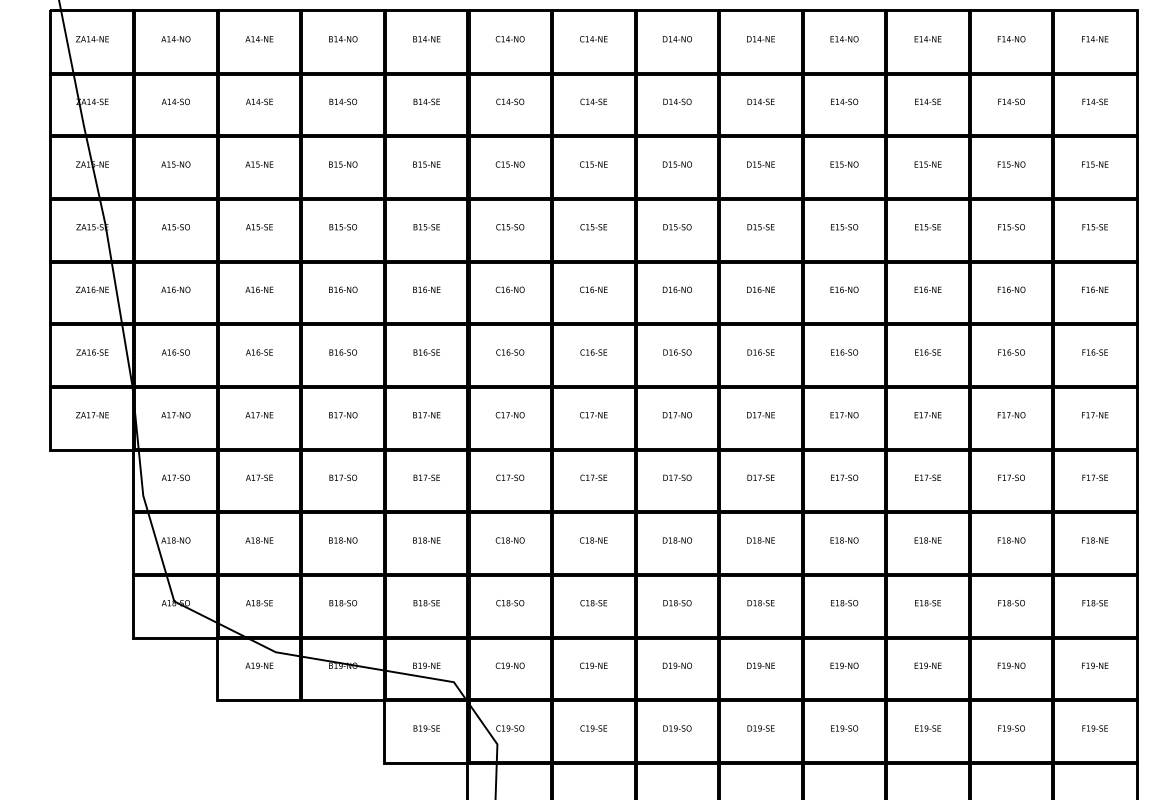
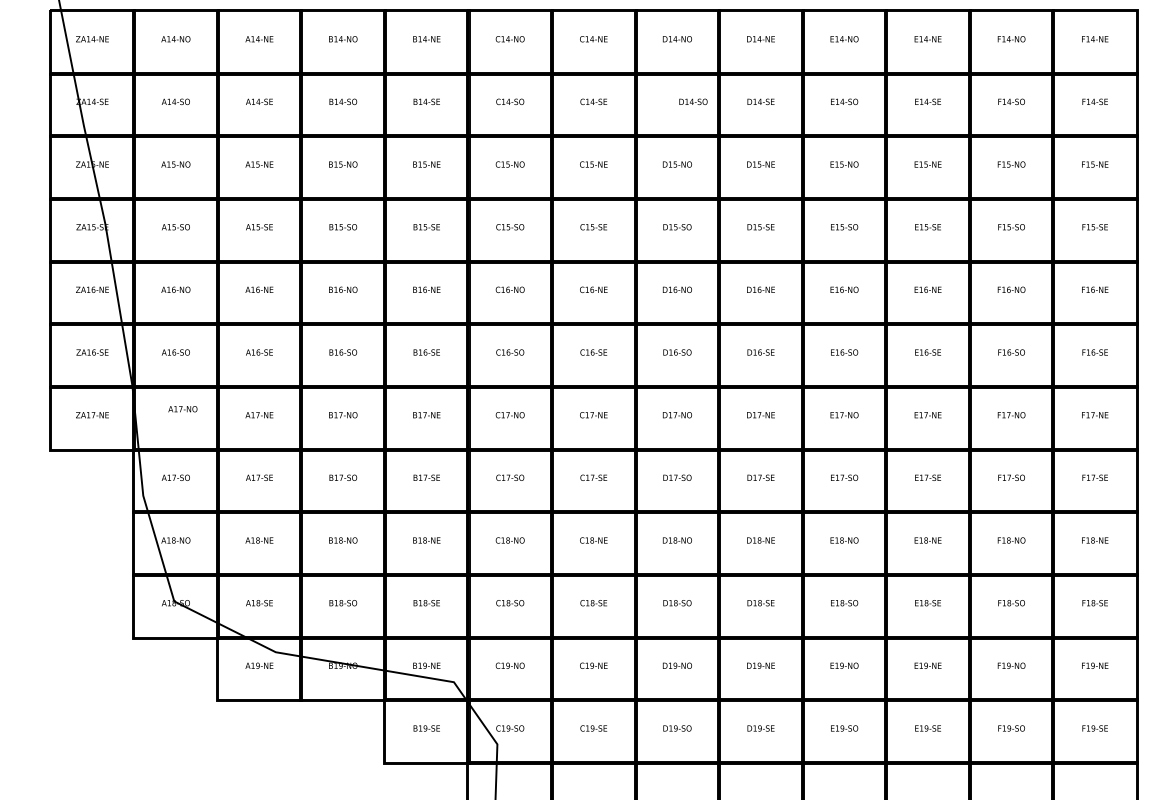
text at (677, 101) position: (677, 101) -> (693, 101)
text at (175, 415) position: (175, 415) -> (182, 409)
